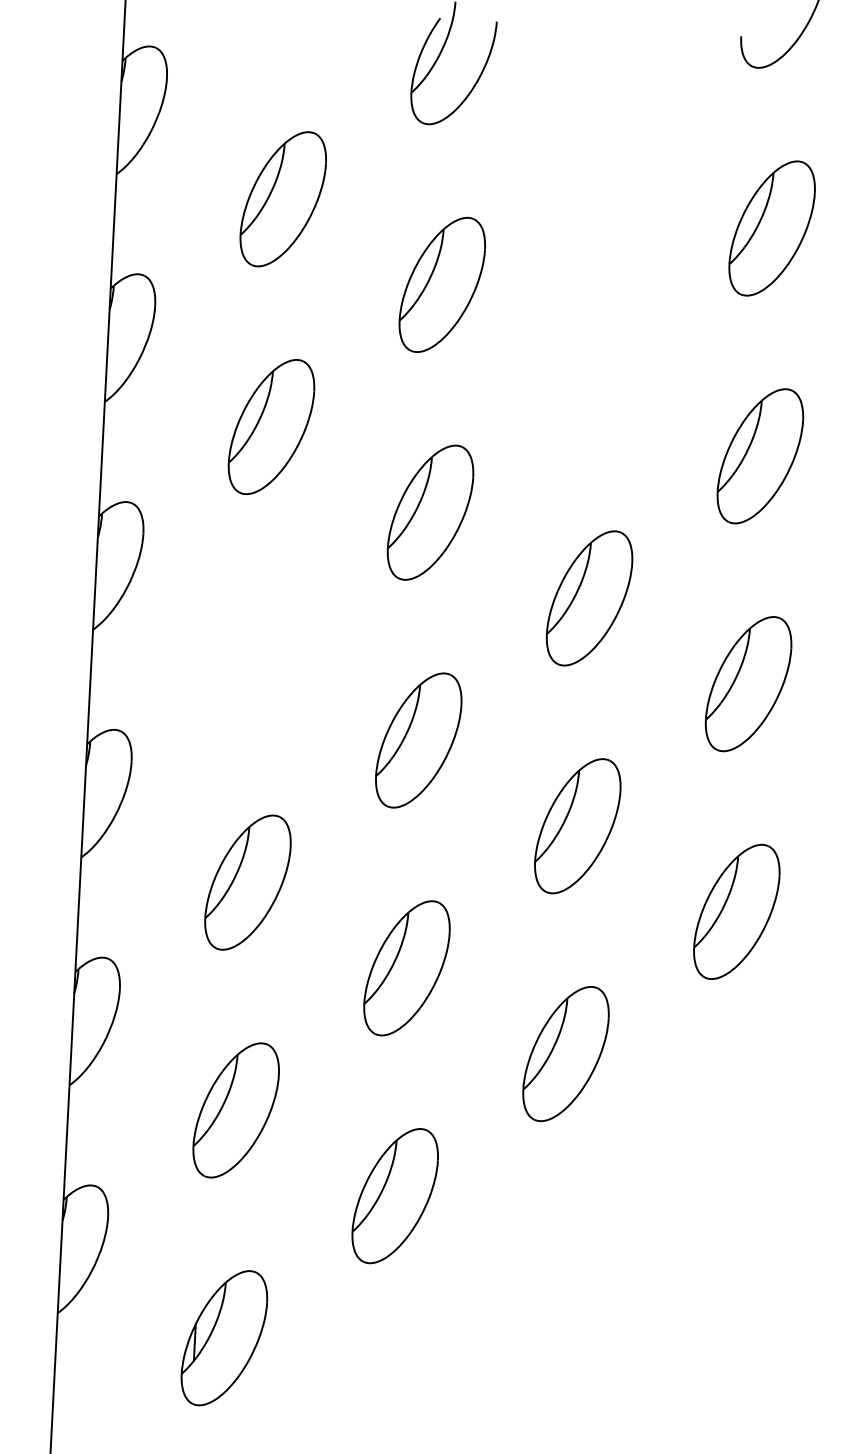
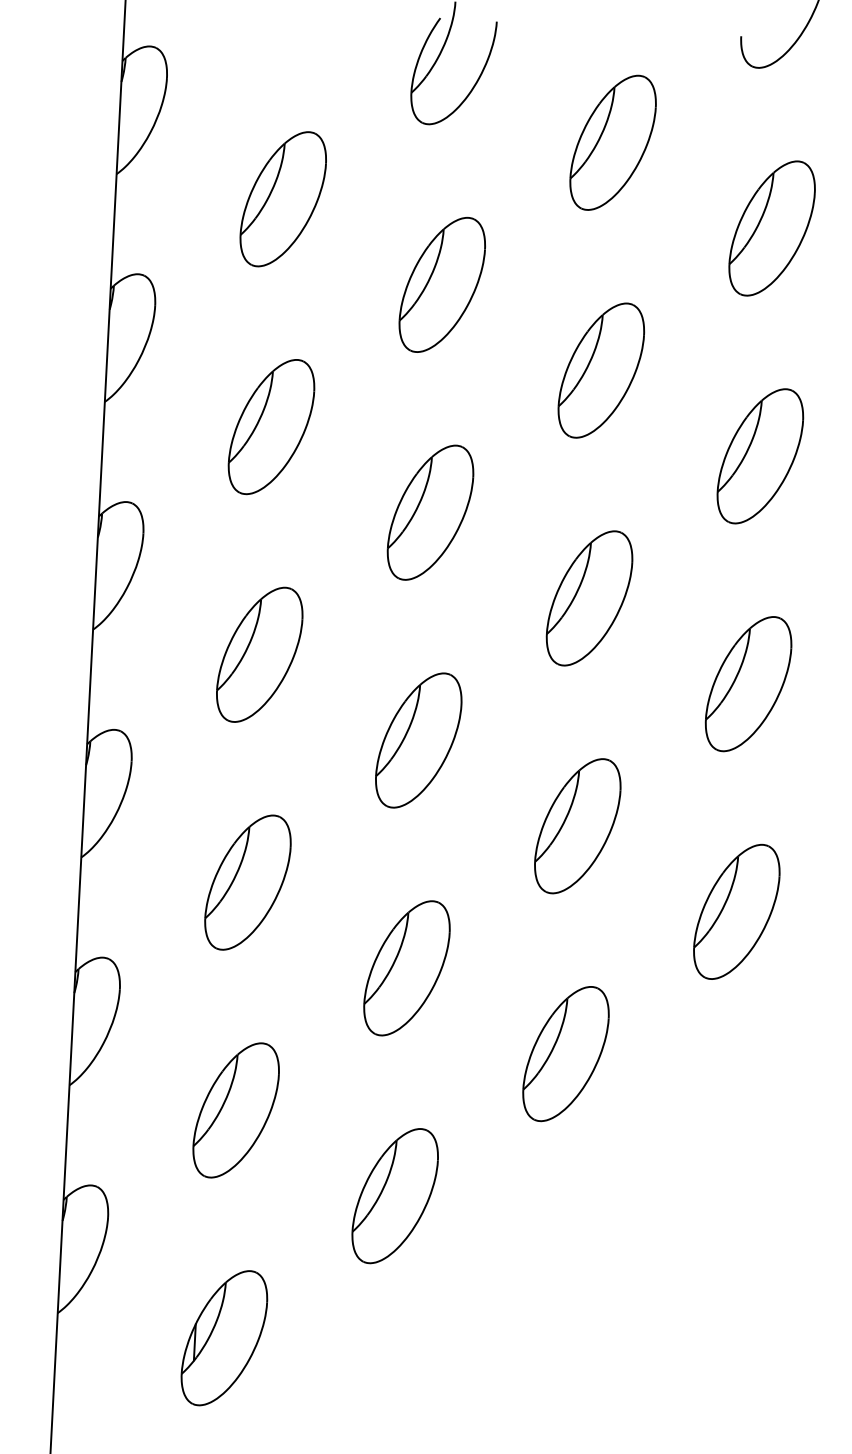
part at (612, 142): none -> present
part at (601, 370): none -> present
part at (259, 654): none -> present
